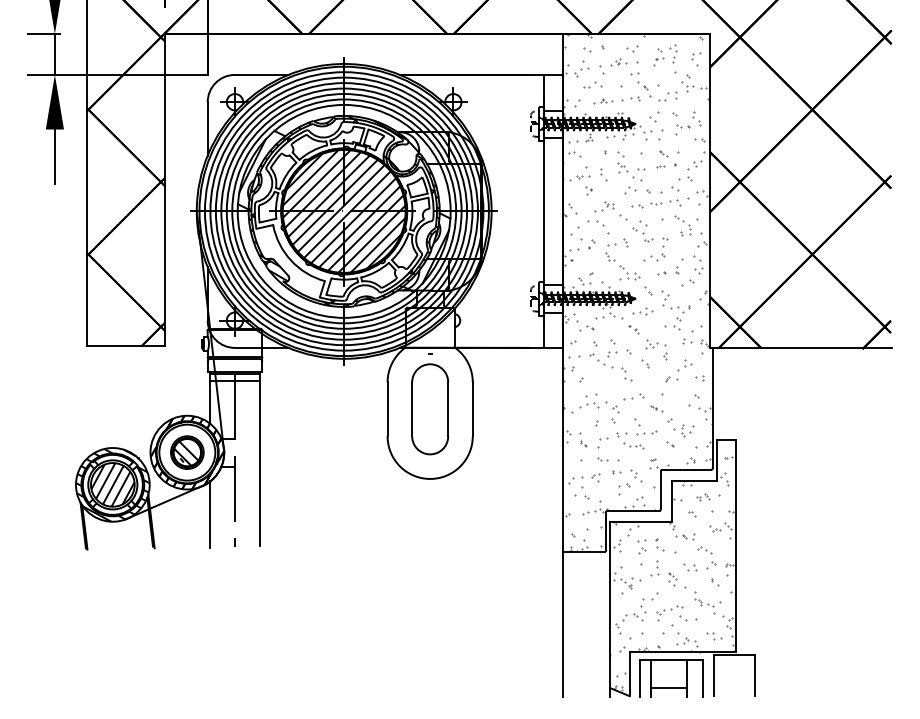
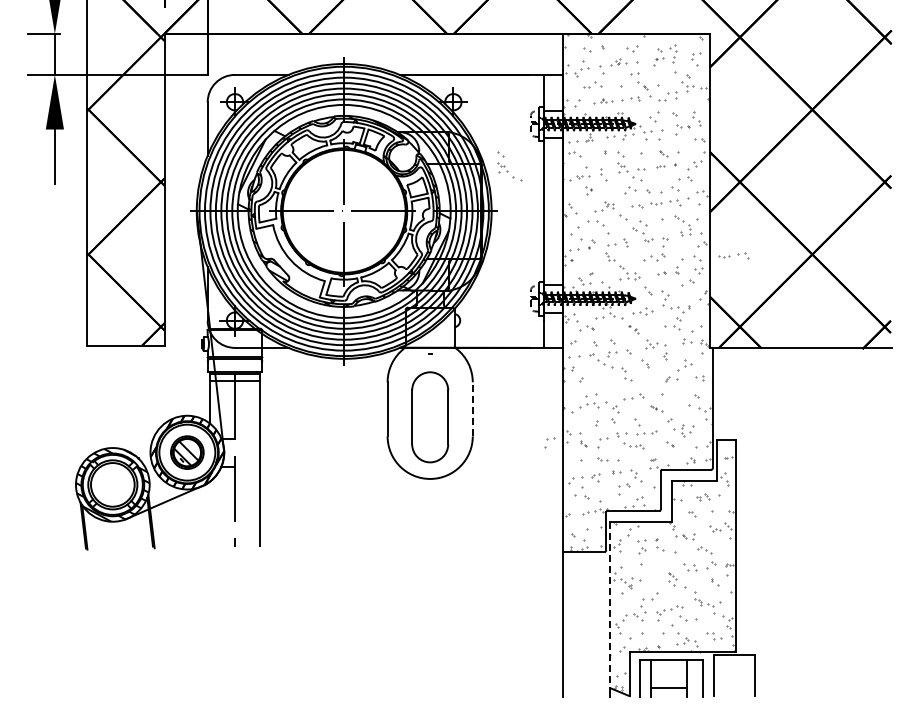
part at (509, 166): none -> present
hatch at (344, 211): present -> none
part at (733, 255): none -> present
line at (472, 408): solid -> dashed
part at (430, 409) position: (430, 409) -> (430, 417)
part at (549, 442): none -> present
hatch at (112, 484): present -> none
line at (210, 514): present -> none
part at (654, 568): present -> none
line at (610, 605): solid -> dashed
